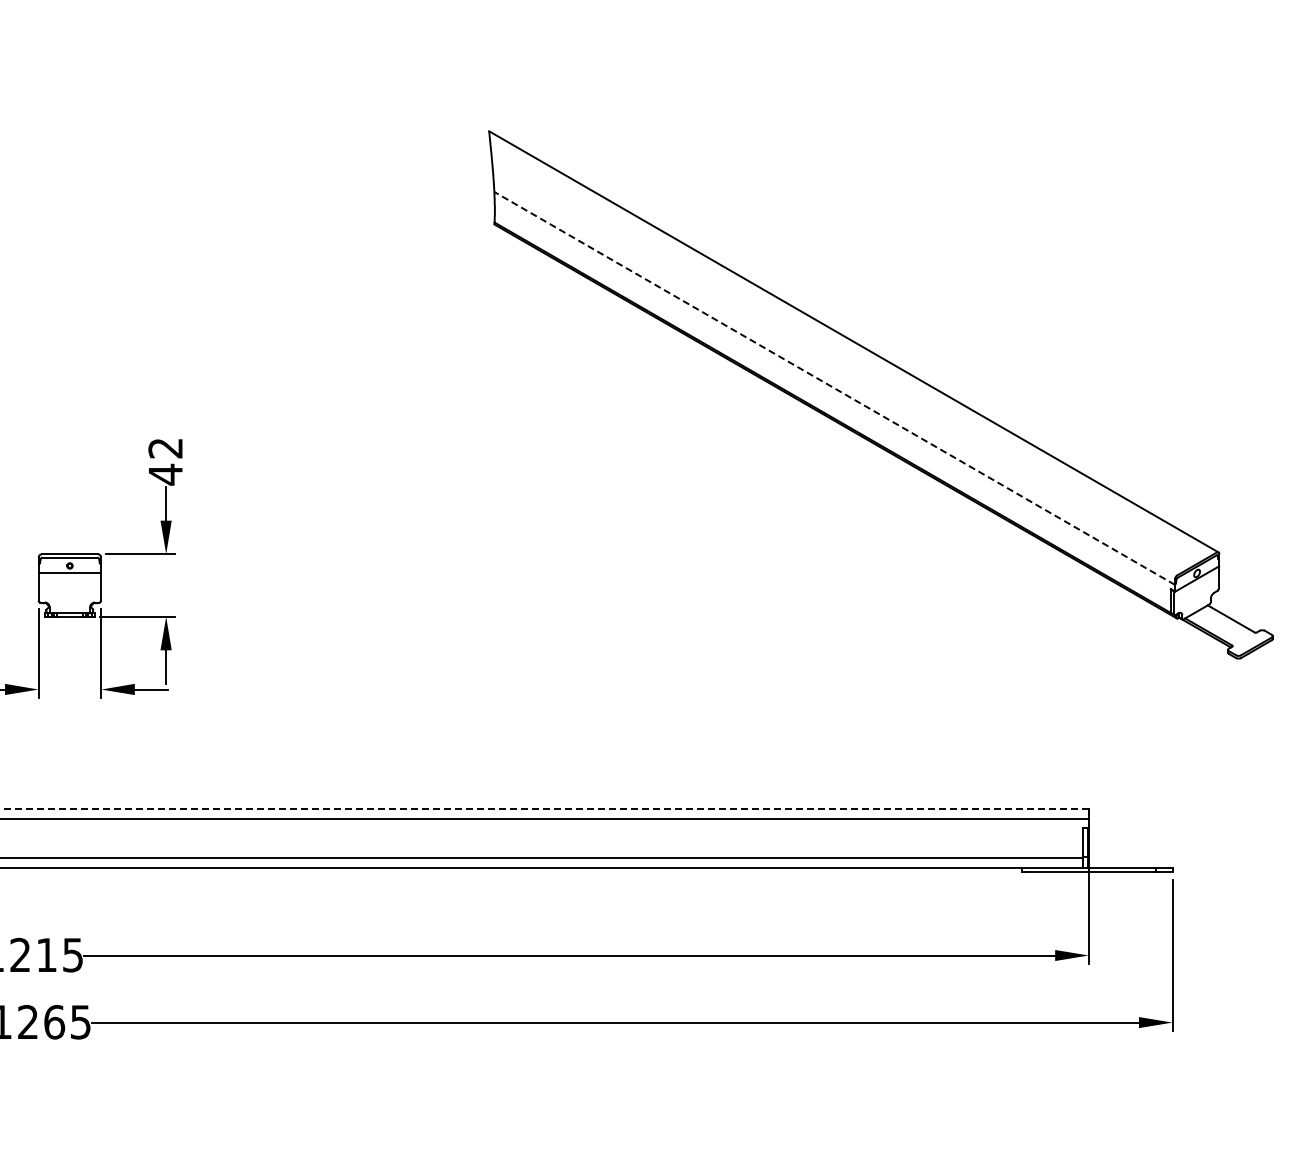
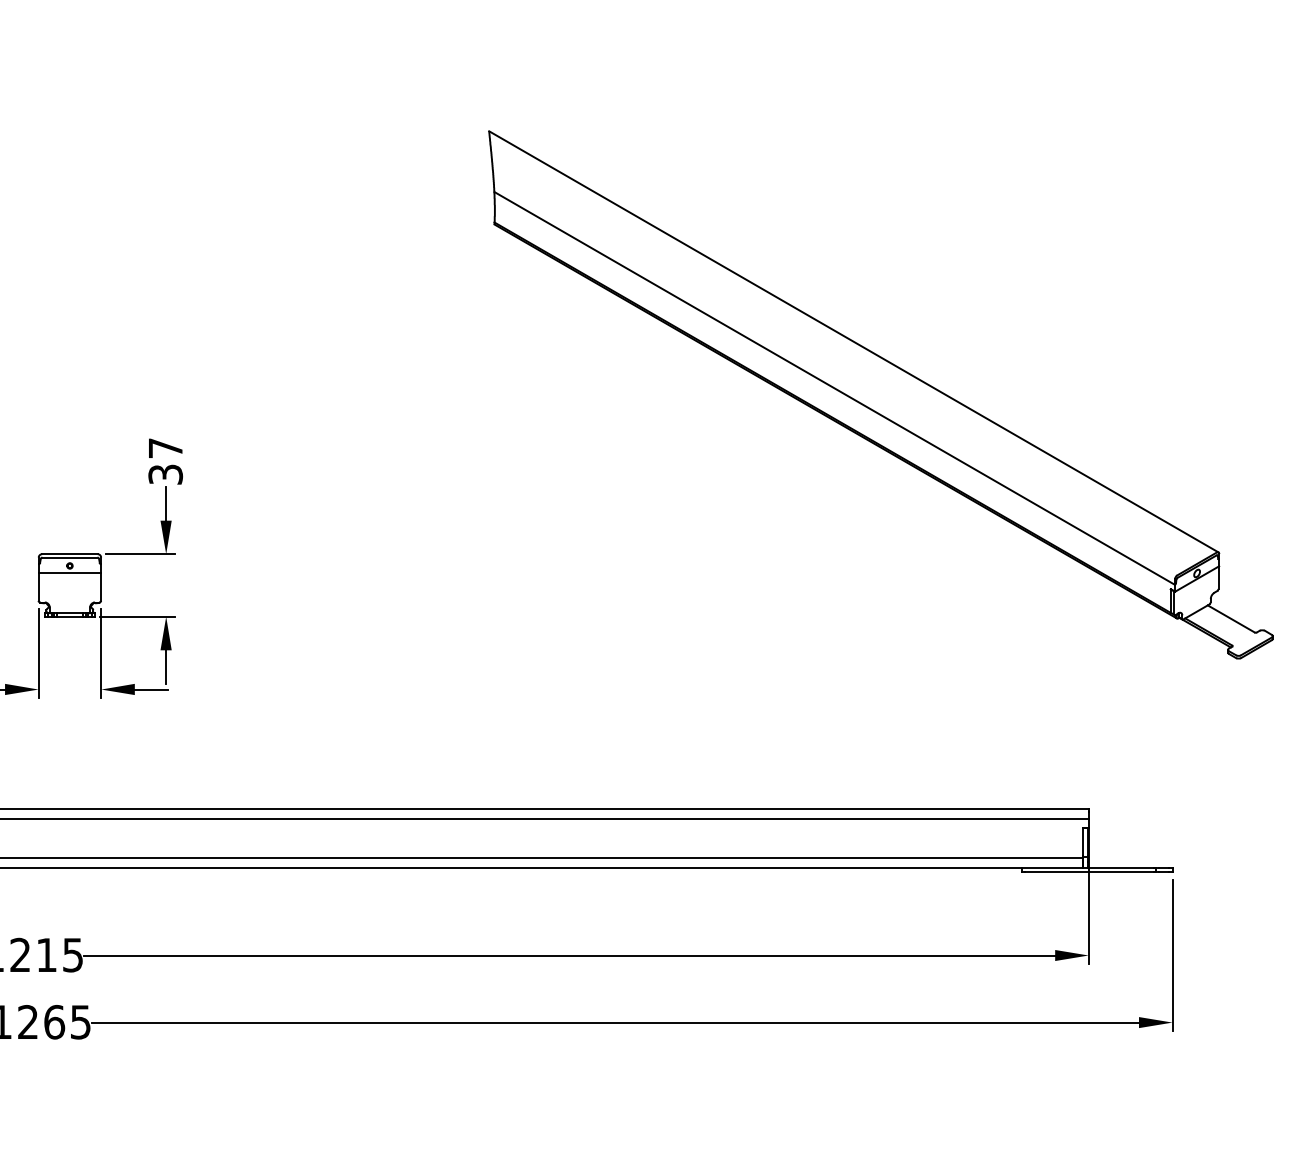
line at (834, 388): dashed -> solid
text at (165, 461): 42 -> 37
line at (544, 809): dashed -> solid
